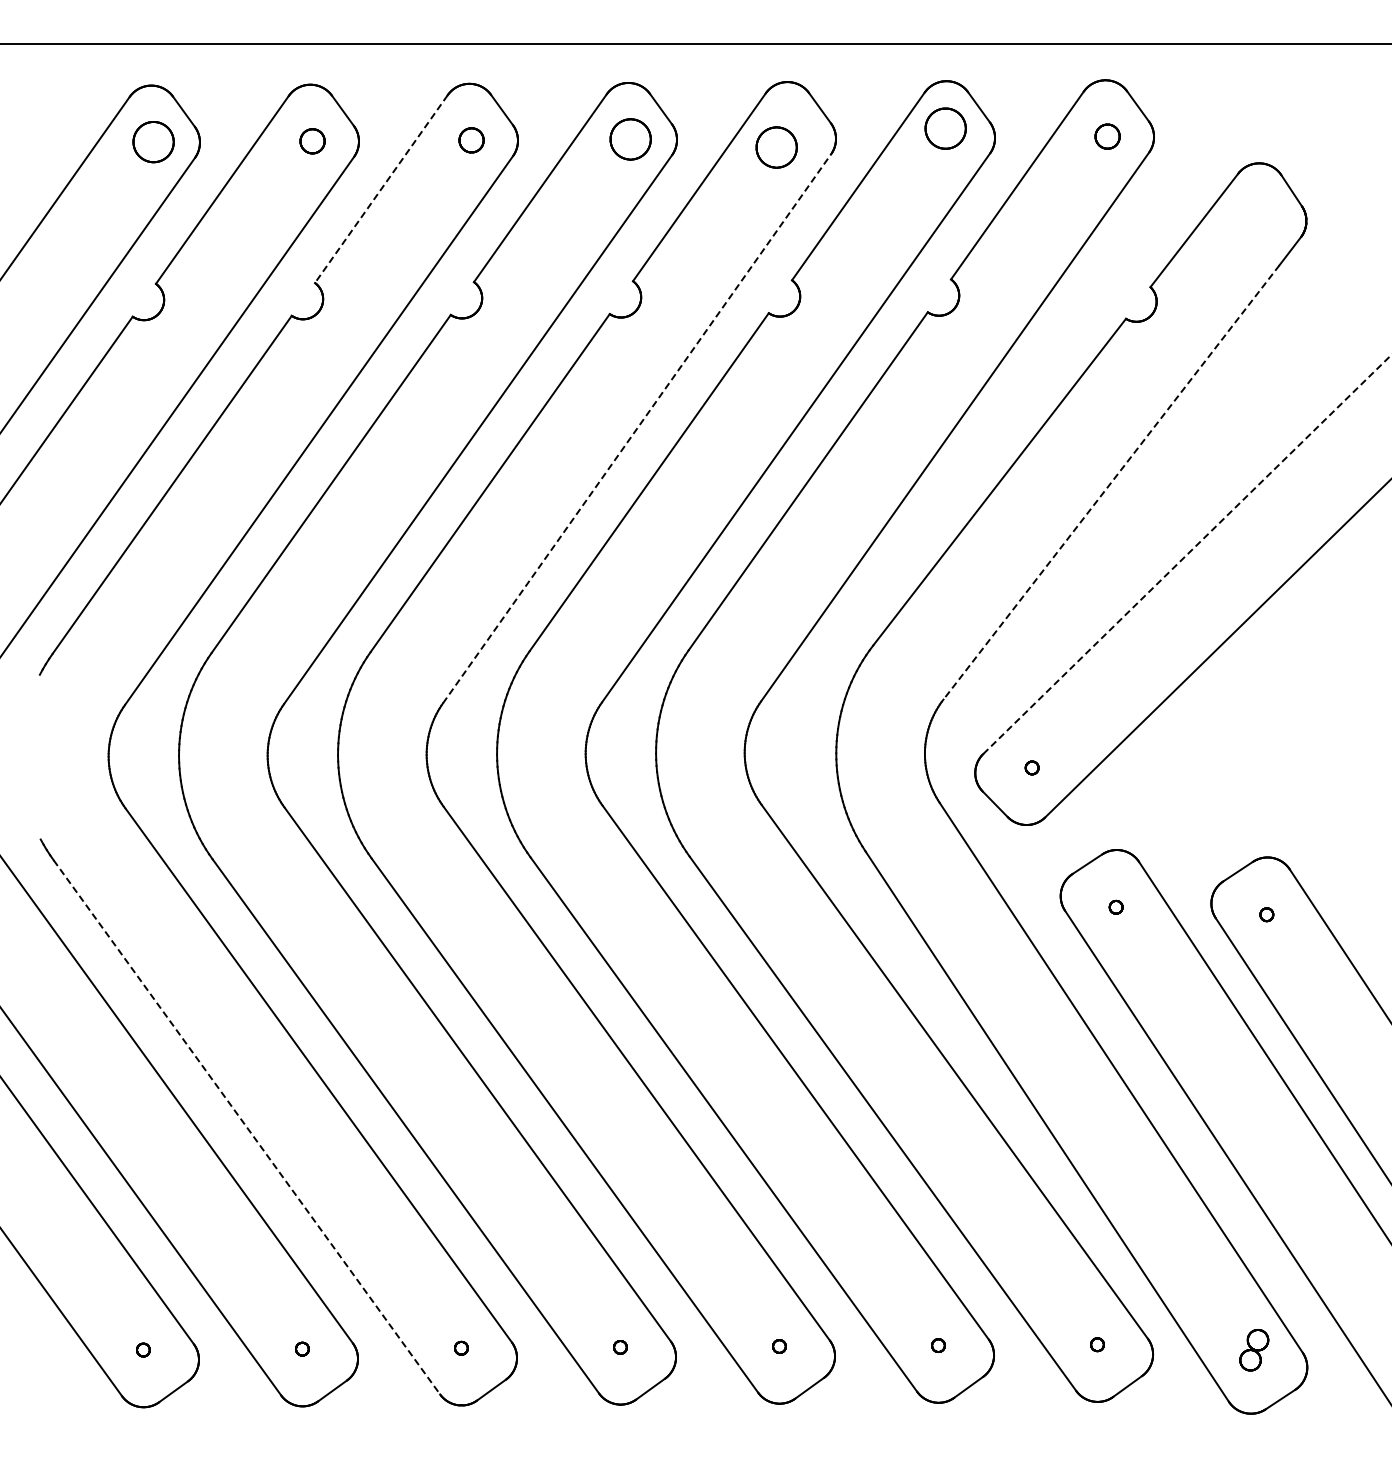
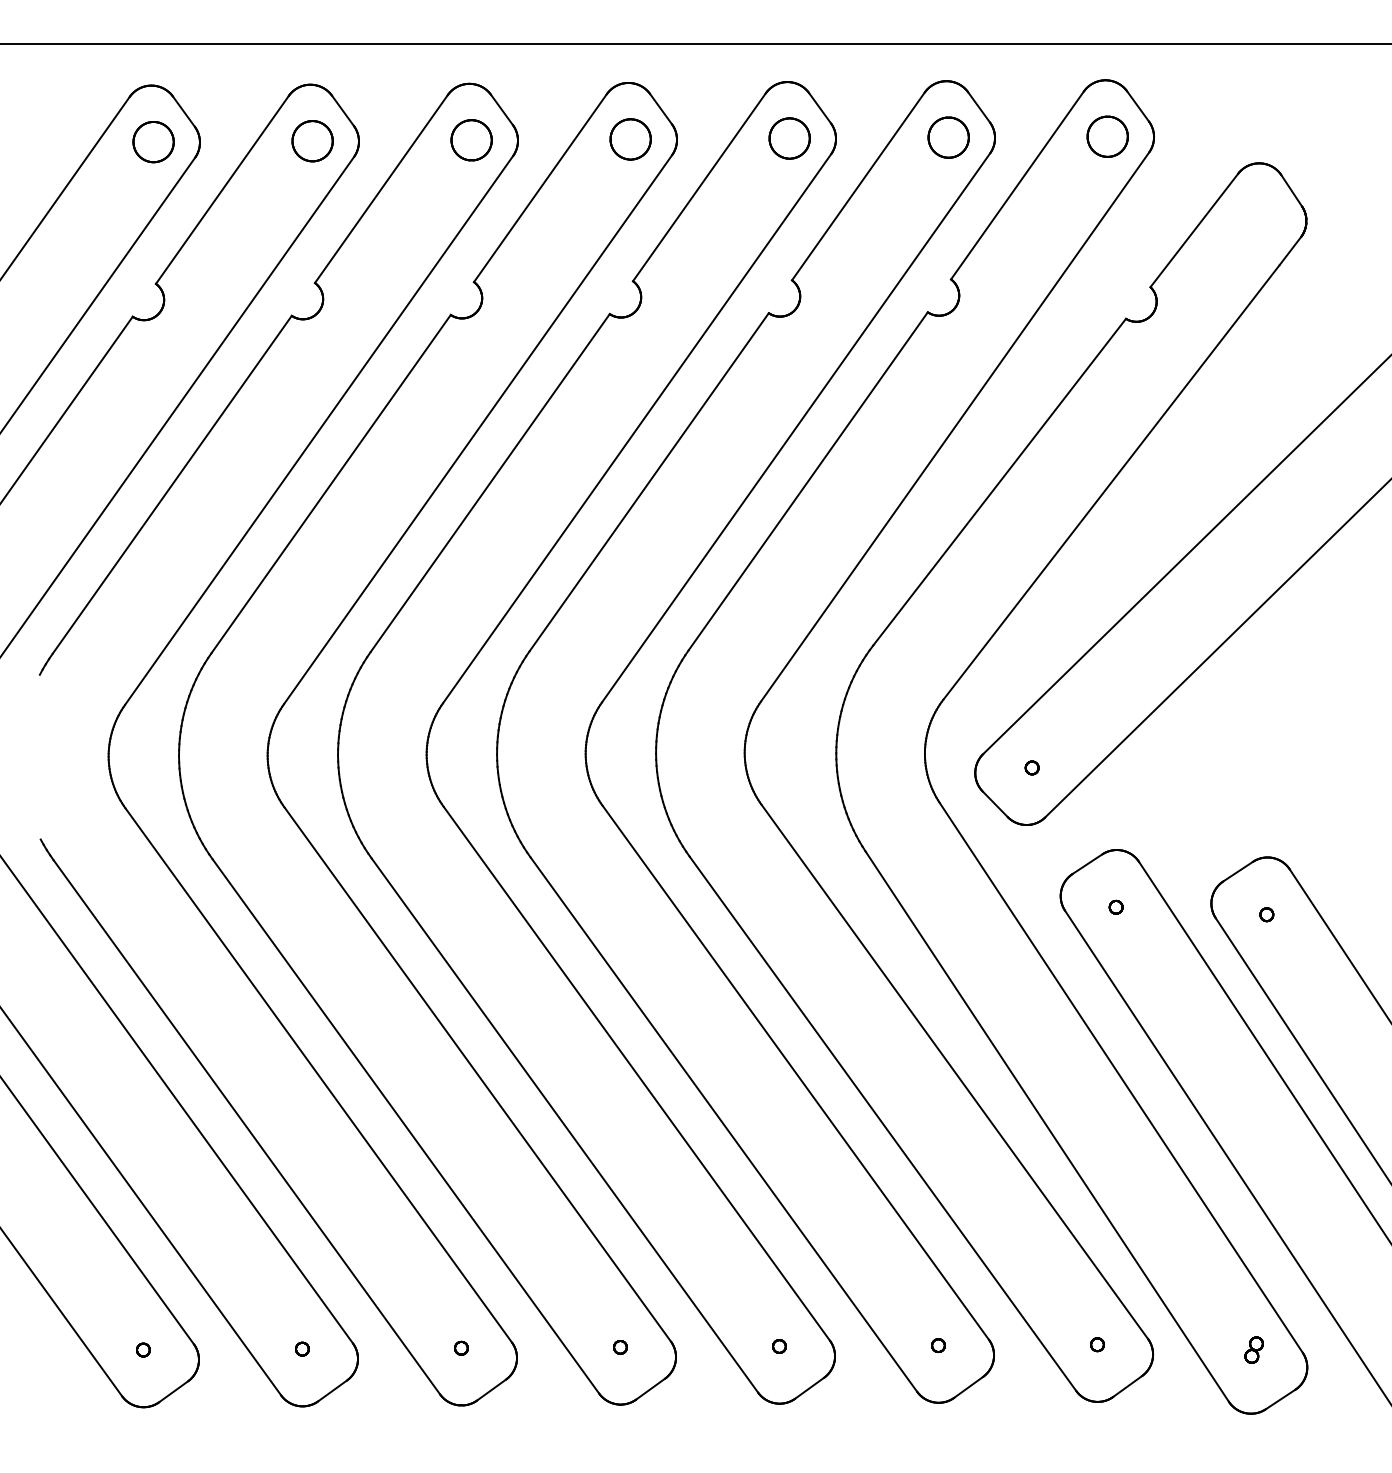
part at (945, 128) position: (945, 128) -> (948, 137)
part at (1107, 136) size: 27x27 px -> 43x43 px
part at (471, 140) size: 27x27 px -> 43x43 px
part at (312, 141) size: 27x27 px -> 43x43 px
part at (776, 147) position: (776, 147) -> (789, 138)
line at (381, 189): dashed -> solid
line at (637, 428): dashed -> solid
line at (1111, 482): dashed -> solid
line at (1187, 554): dashed -> solid
line at (246, 1127): dashed -> solid
part at (1254, 1350) size: 31x43 px -> 20x28 px
